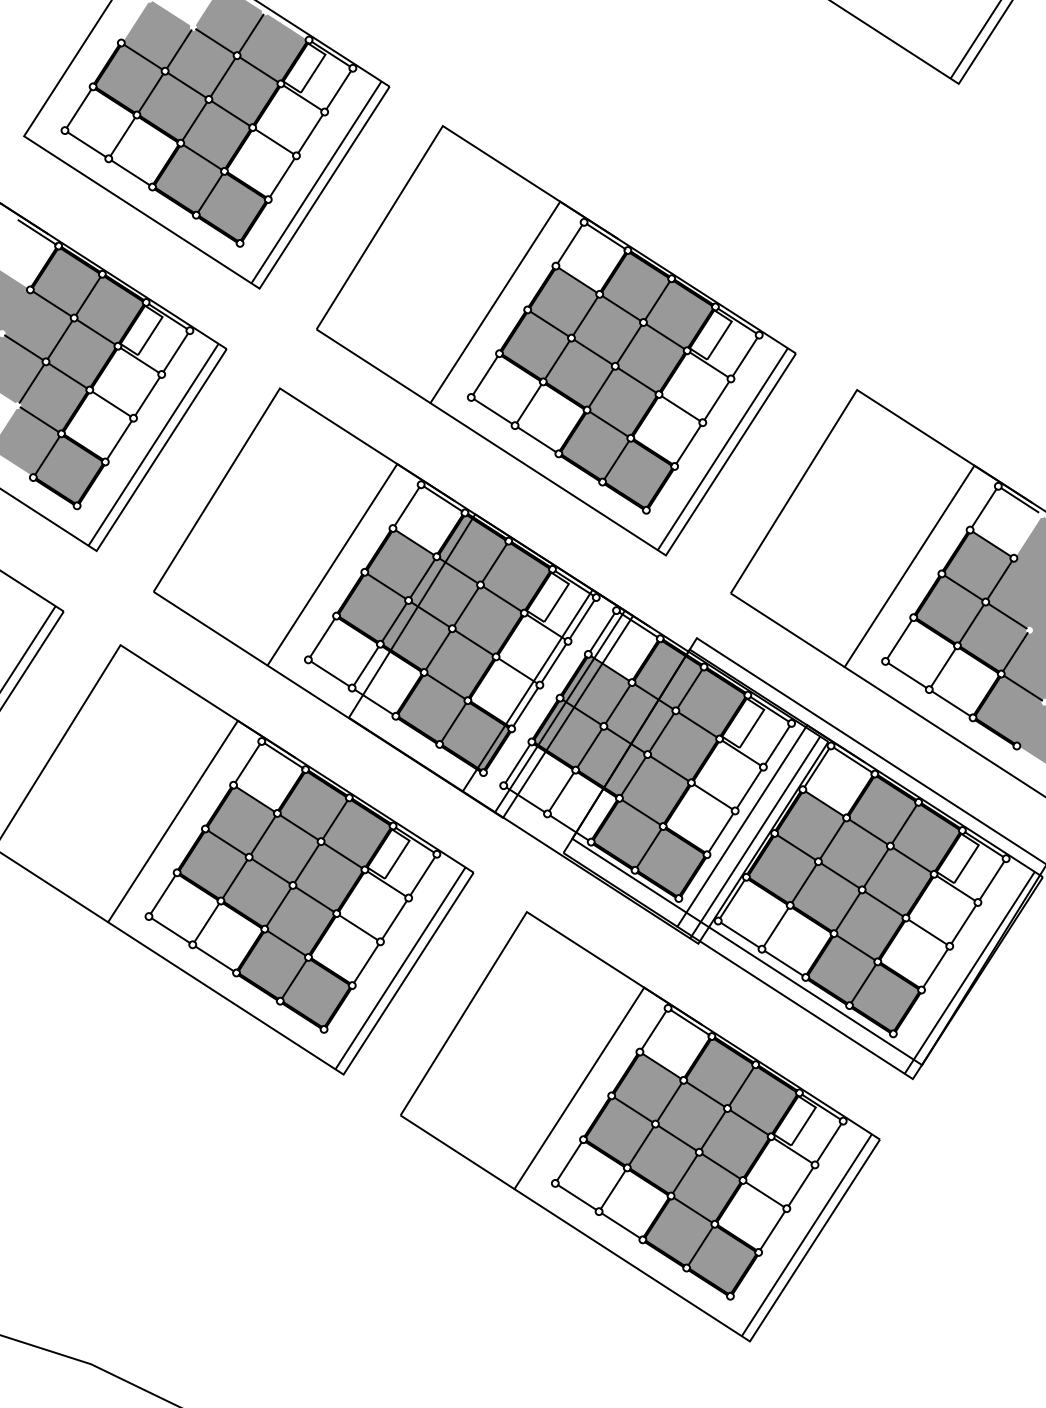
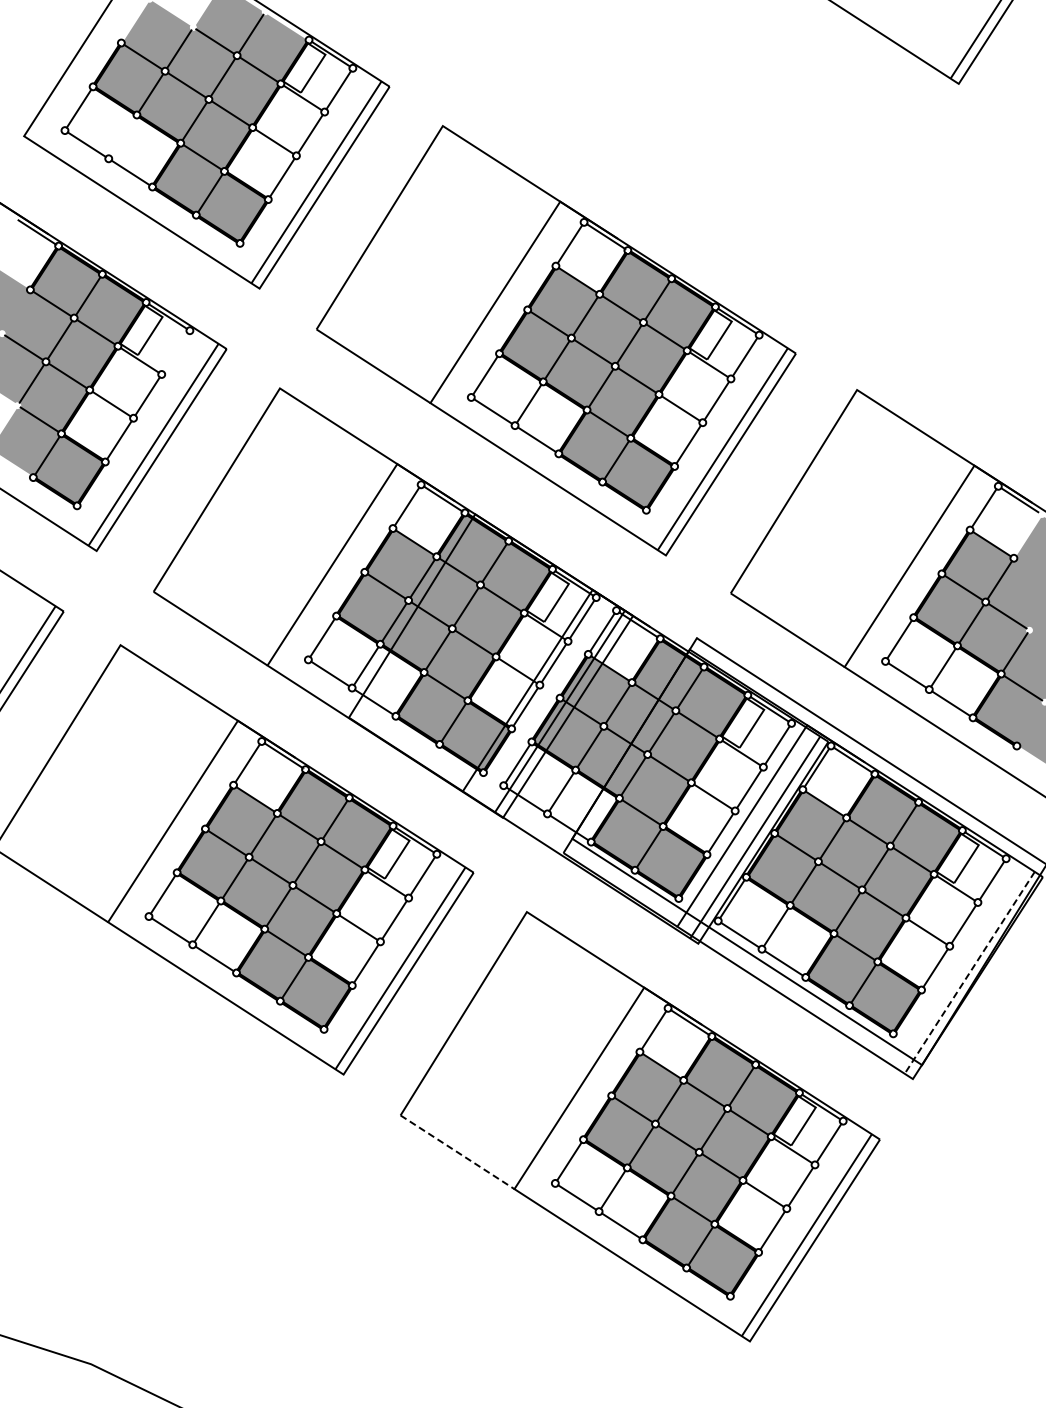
line at (122, 136): present -> none
line at (175, 352): present -> none
line at (969, 973): solid -> dashed
line at (457, 1152): solid -> dashed
